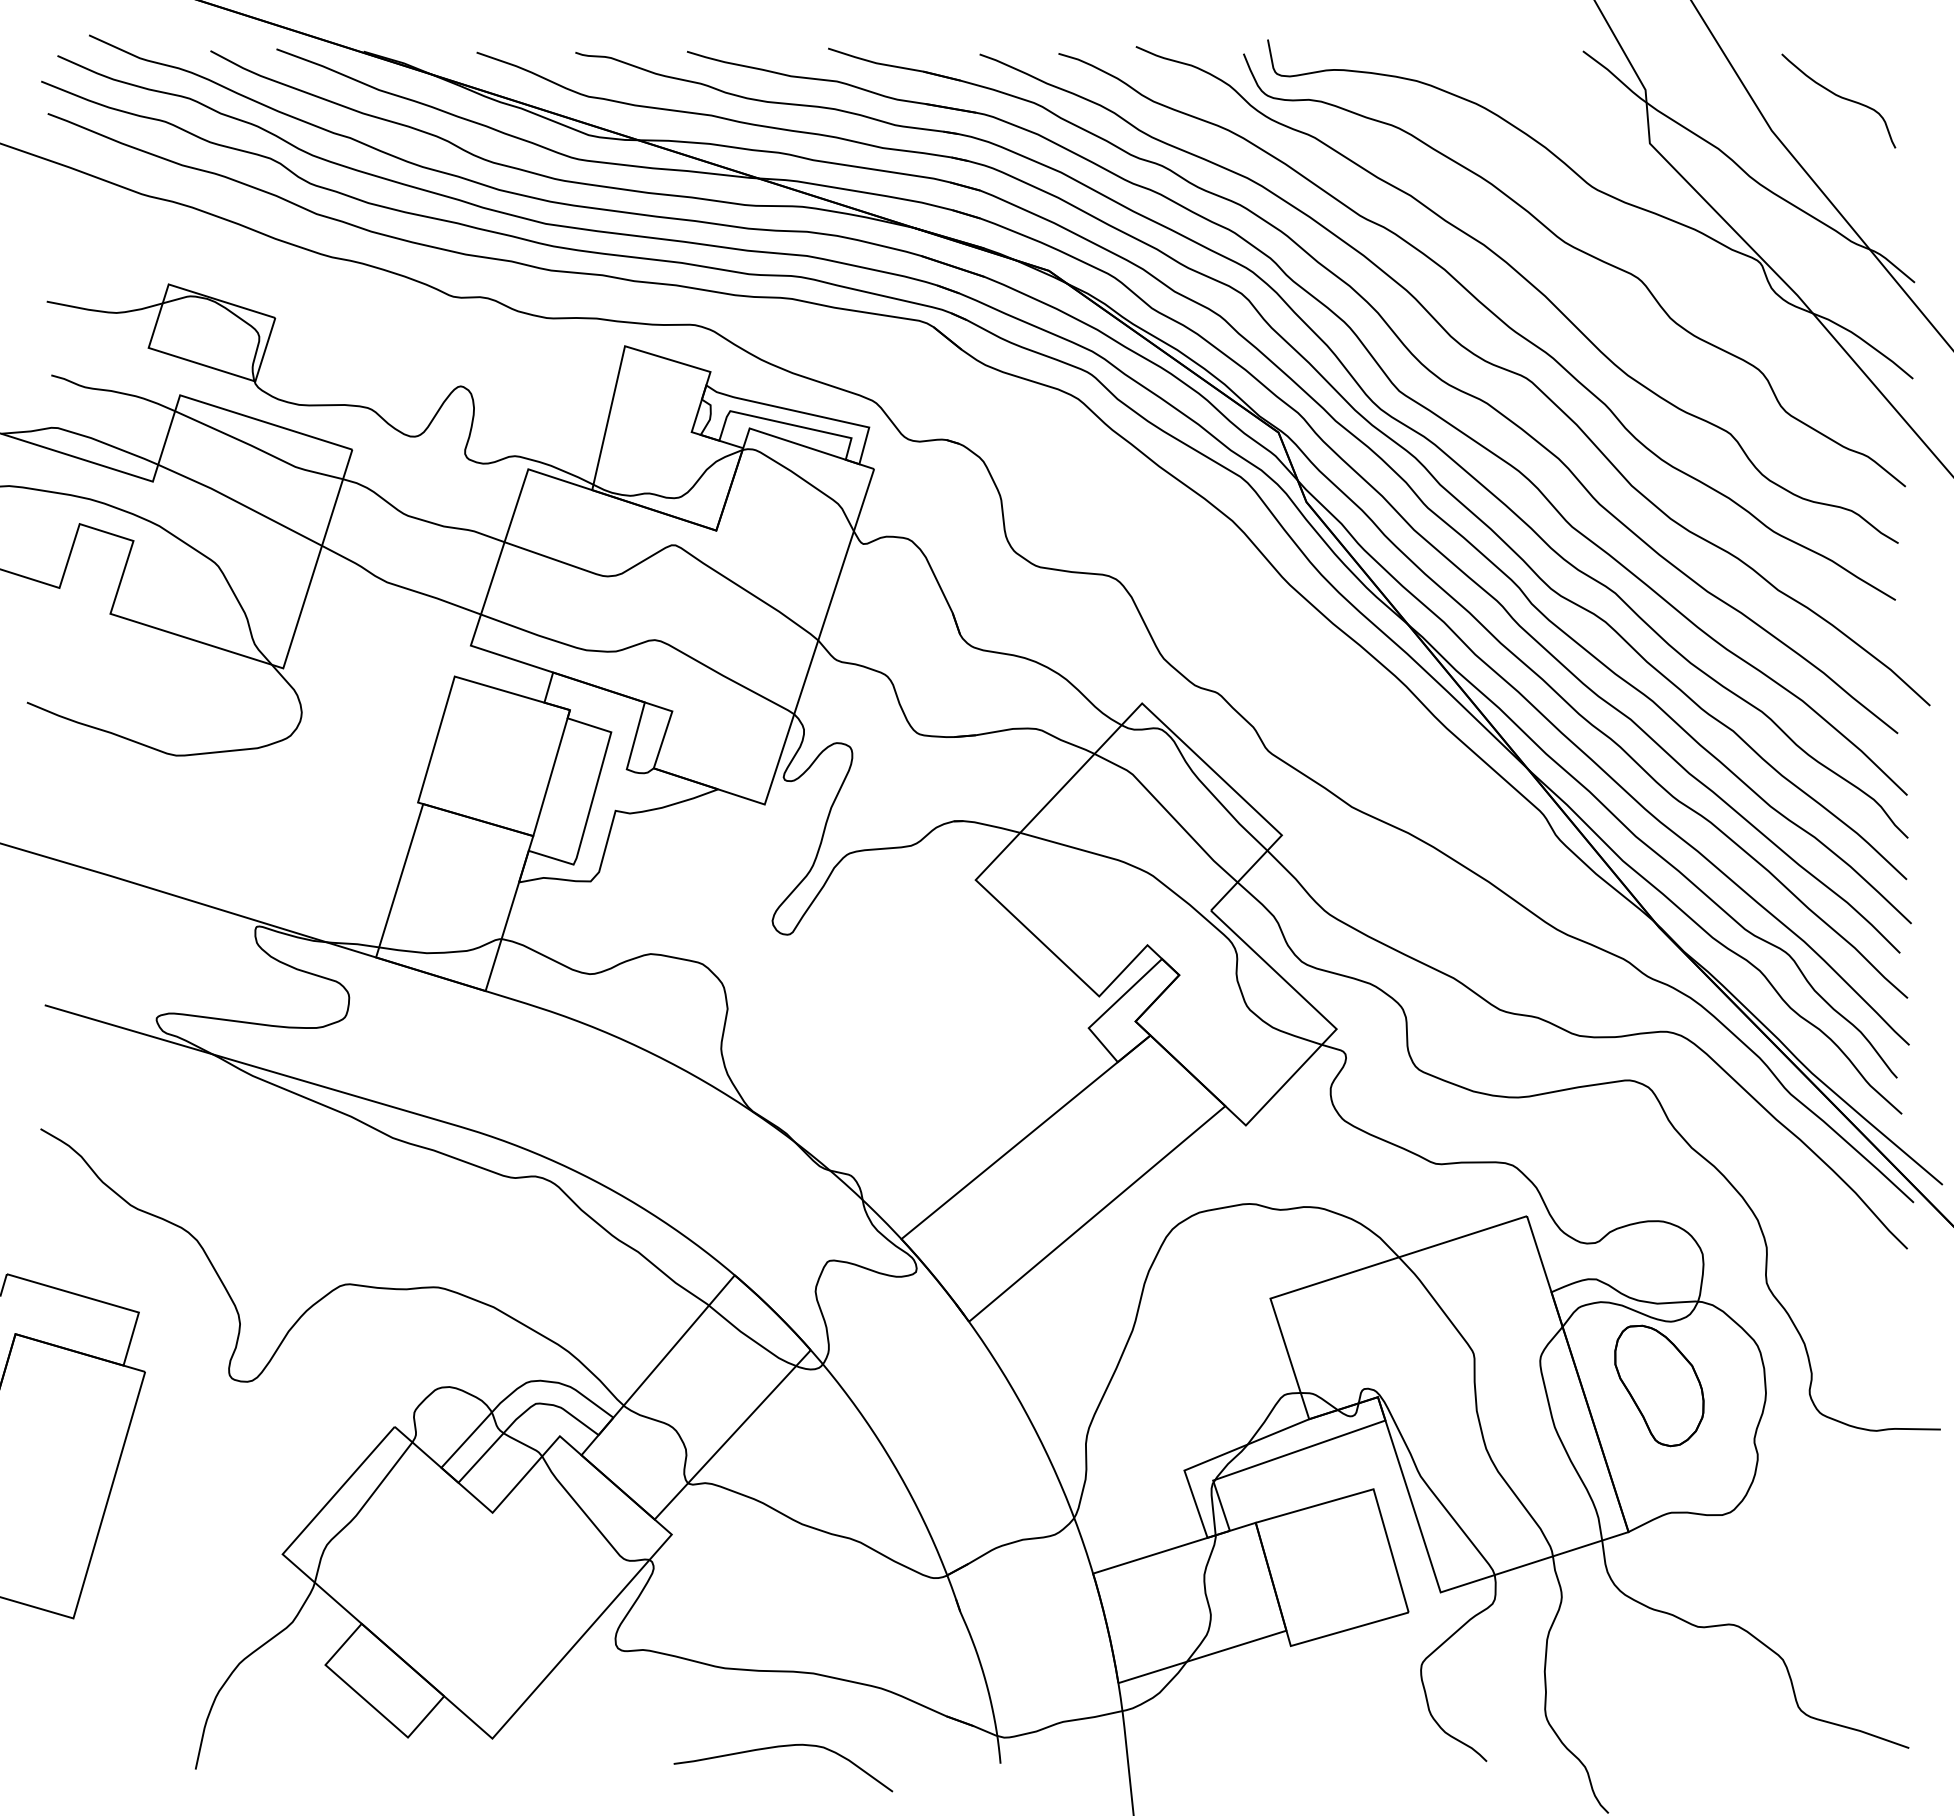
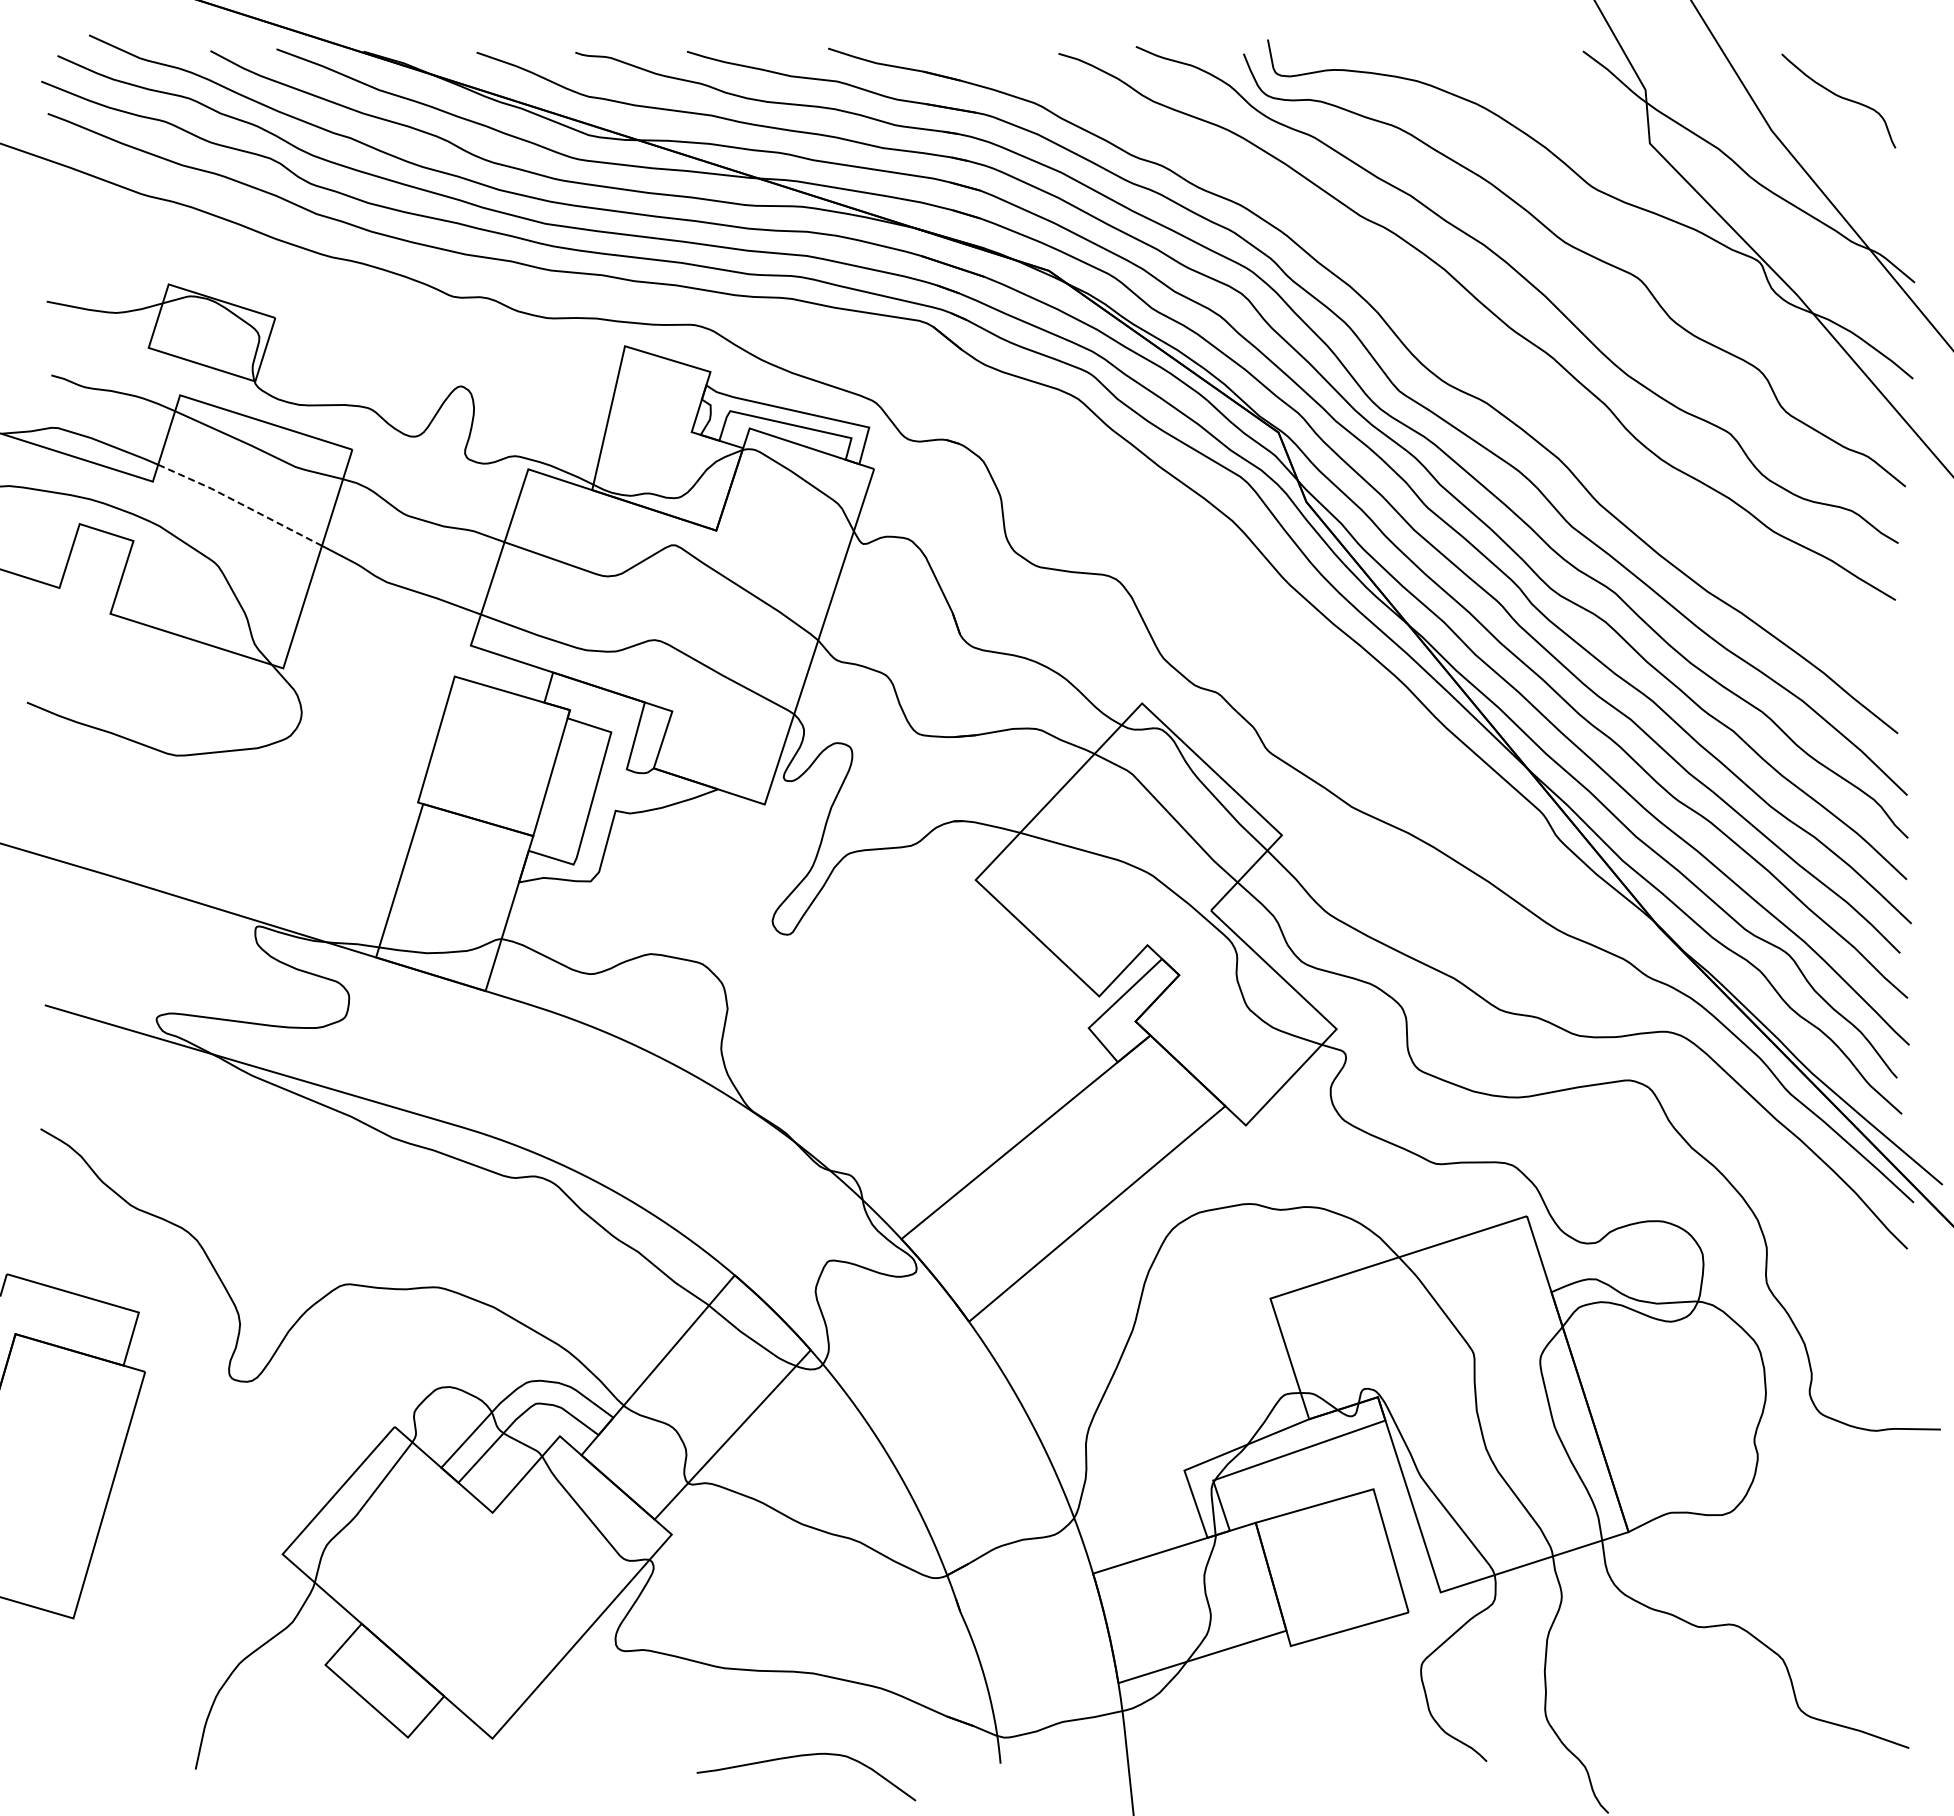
curve at (1472, 354): present -> none
line at (240, 503): solid -> dashed
part at (1659, 1385): present -> none
curve at (781, 1747) position: (781, 1747) -> (804, 1756)
